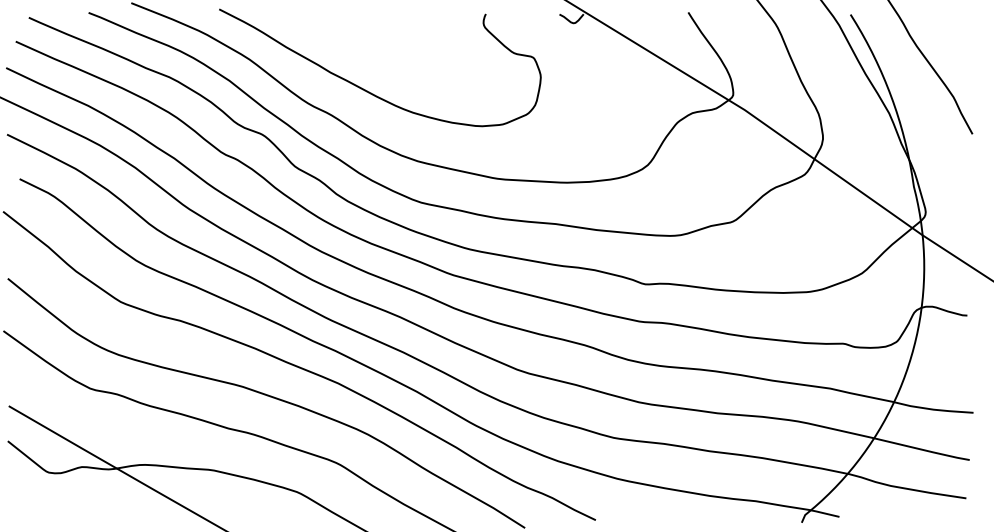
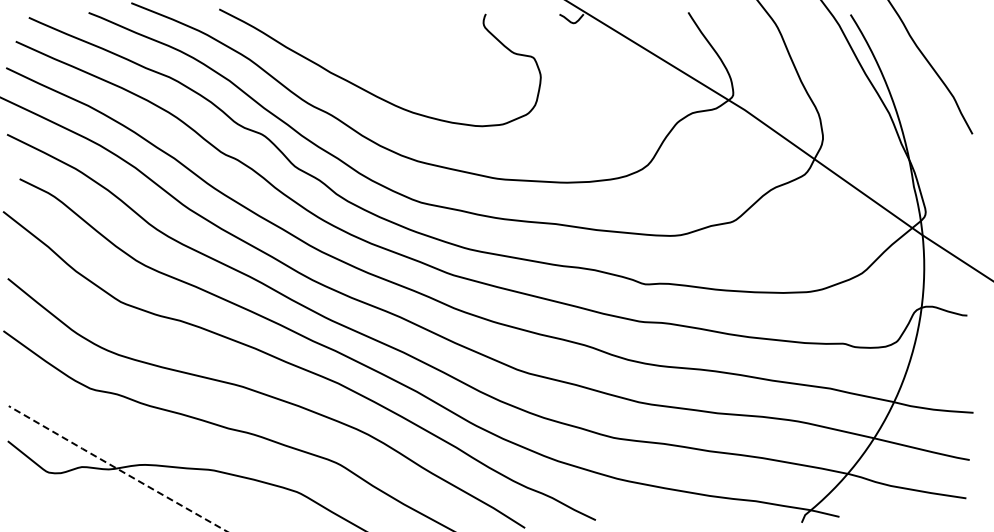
line at (117, 469): solid -> dashed
